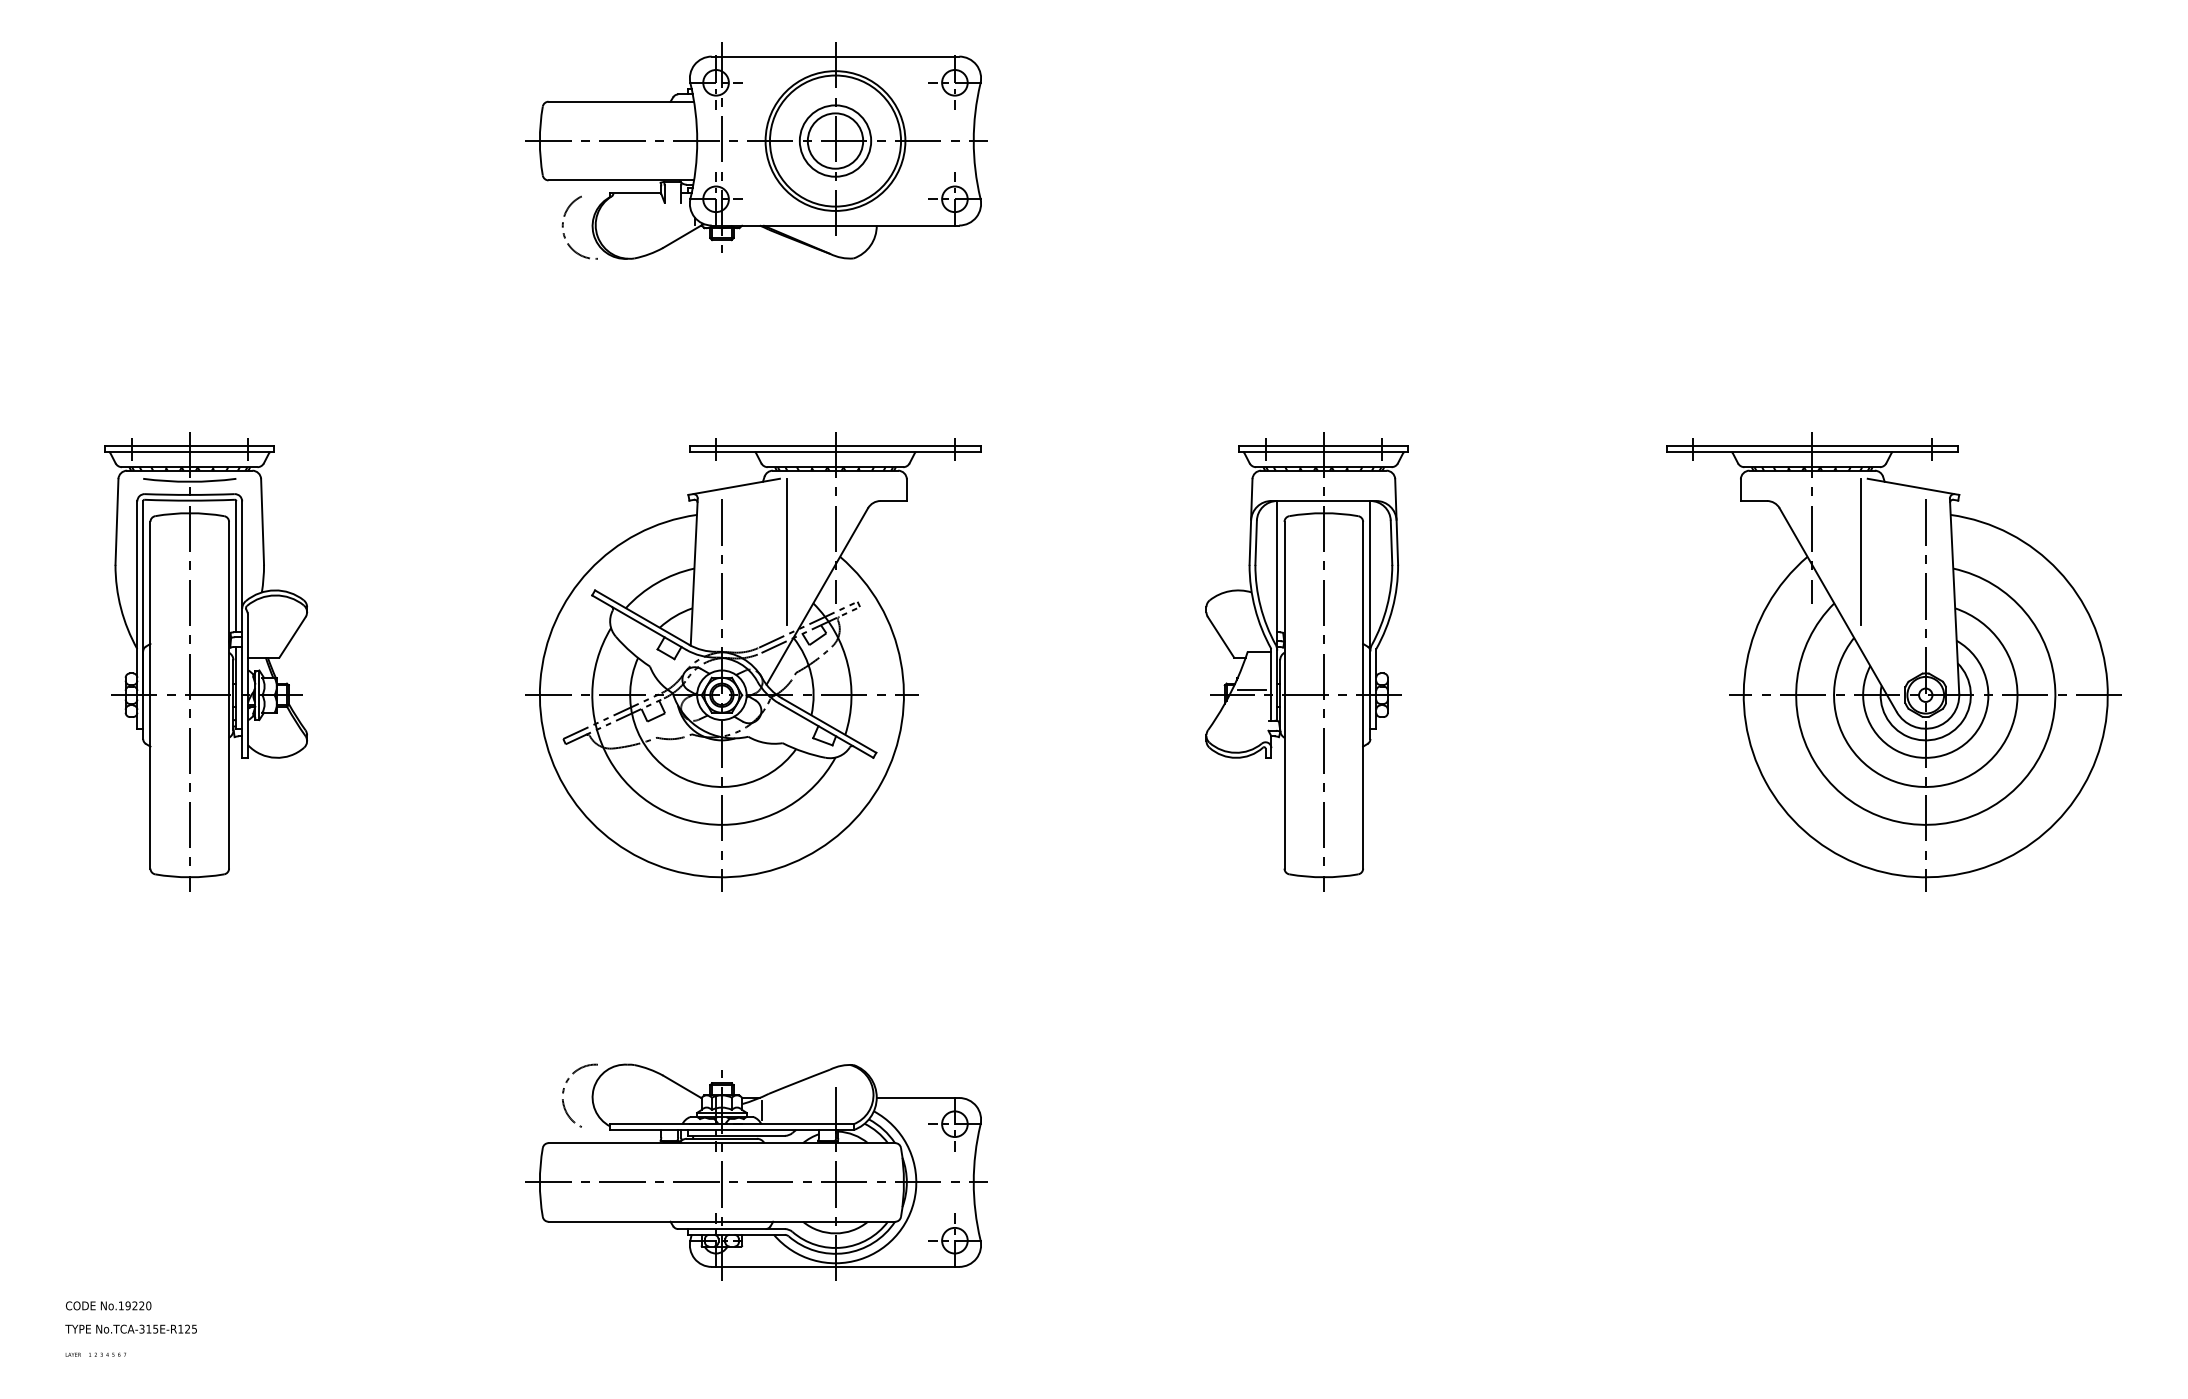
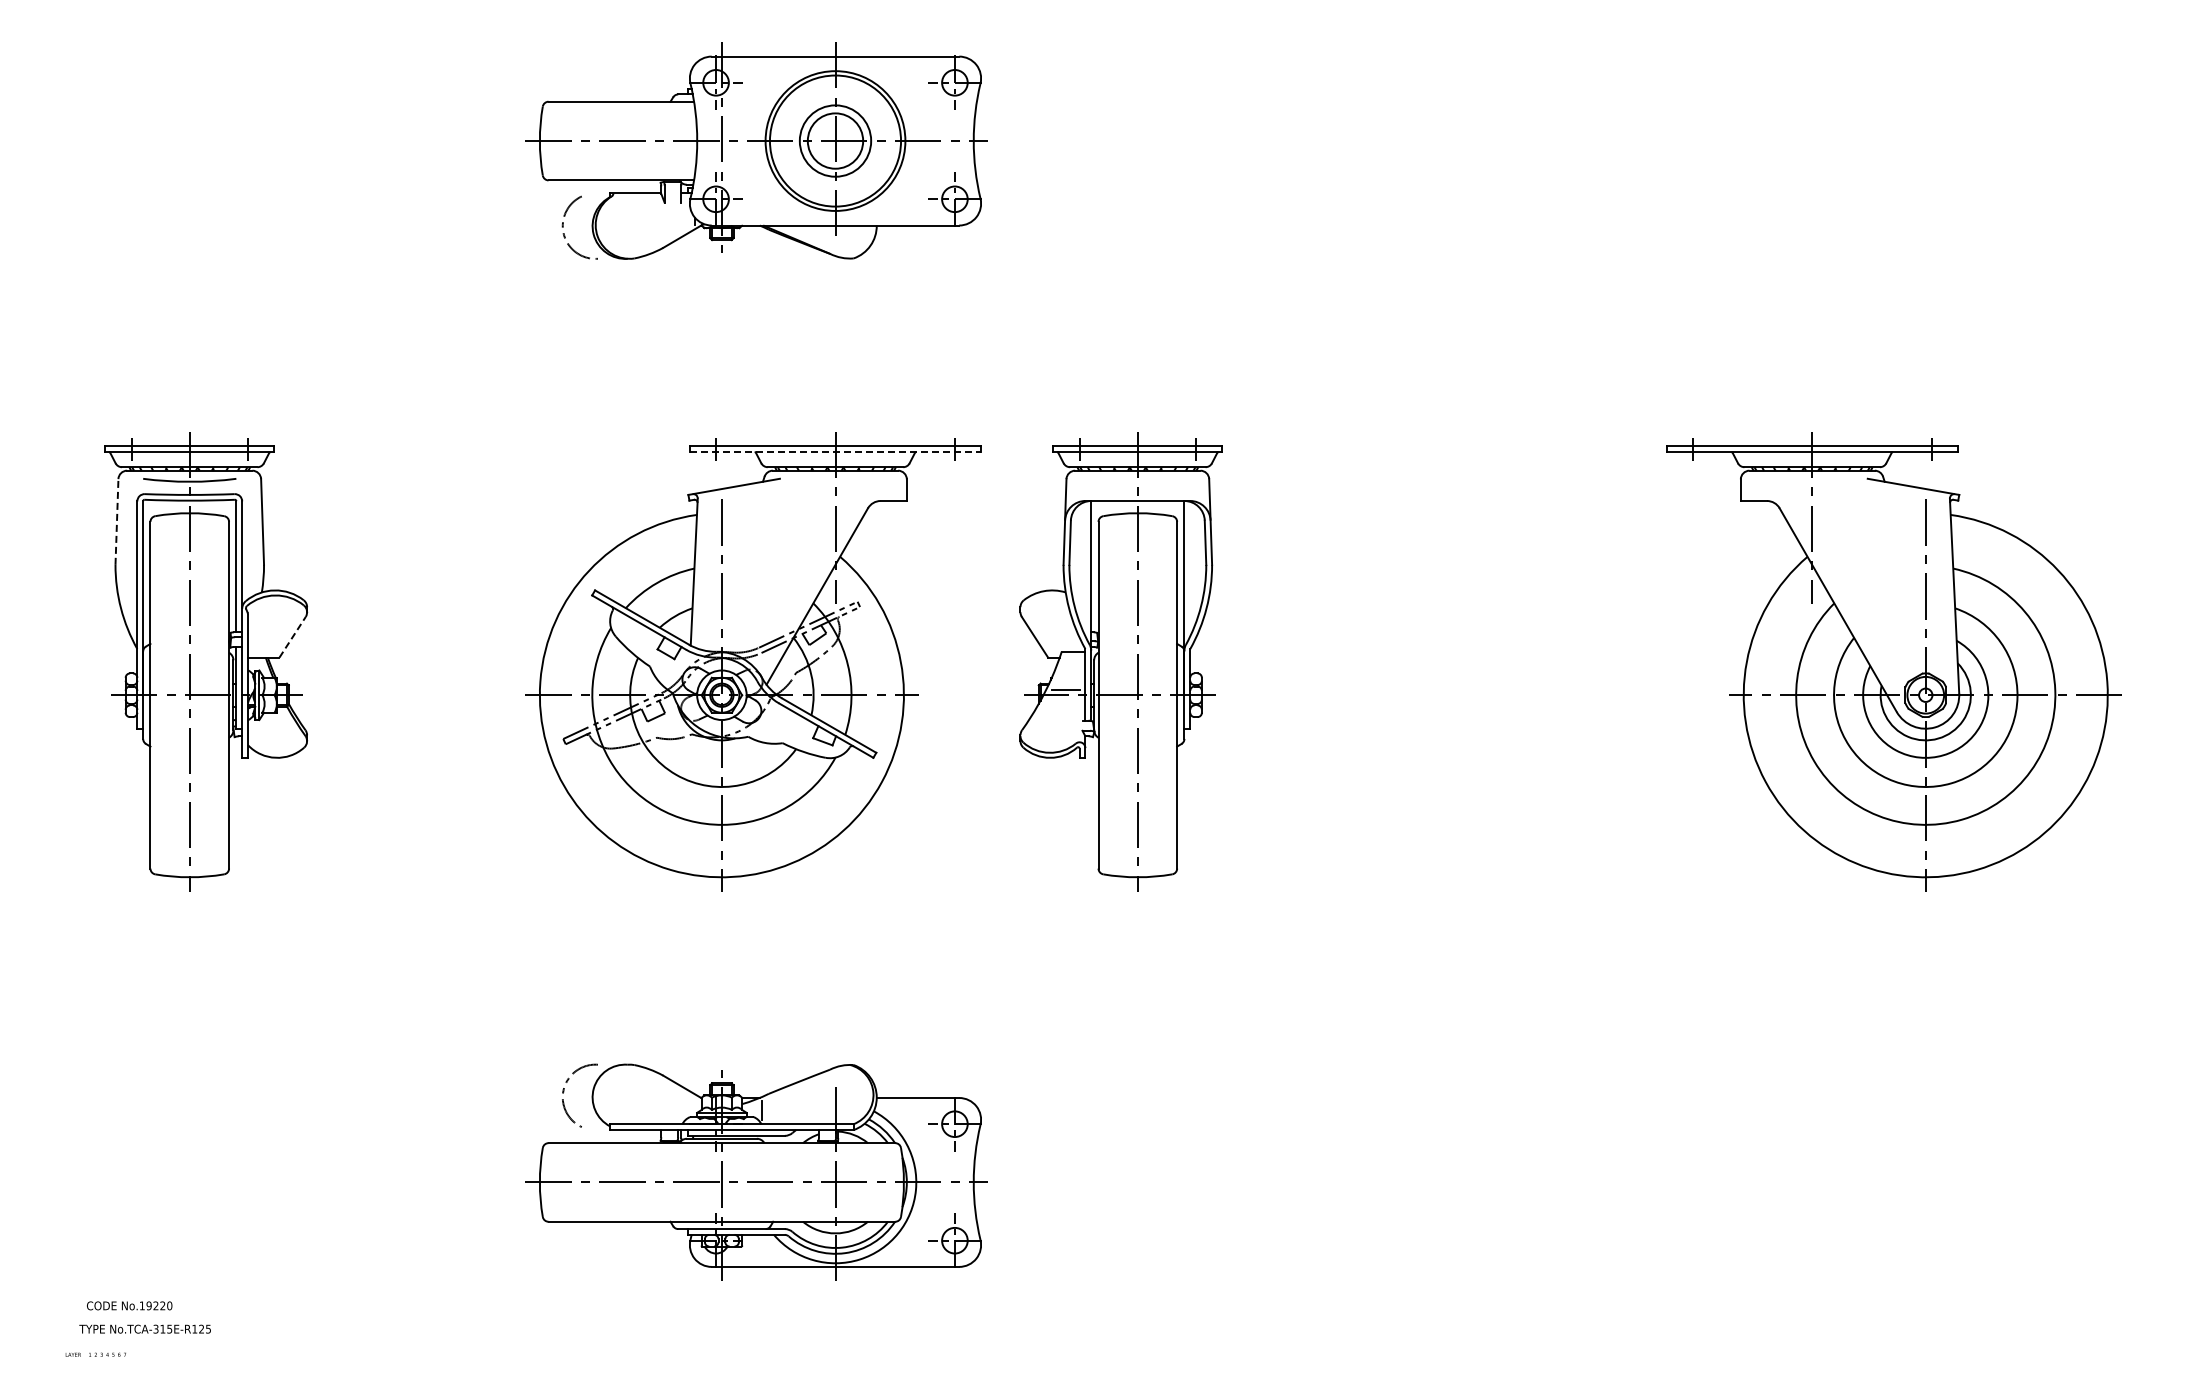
line at (835, 452): solid -> dashed
line at (116, 522): solid -> dashed
line at (787, 551): present -> none
line at (1860, 551): present -> none
line at (292, 636): solid -> dashed
part at (1306, 661) position: (1306, 661) -> (1120, 661)
text at (108, 1305) position: (108, 1305) -> (129, 1305)
text at (130, 1328) position: (130, 1328) -> (144, 1328)
